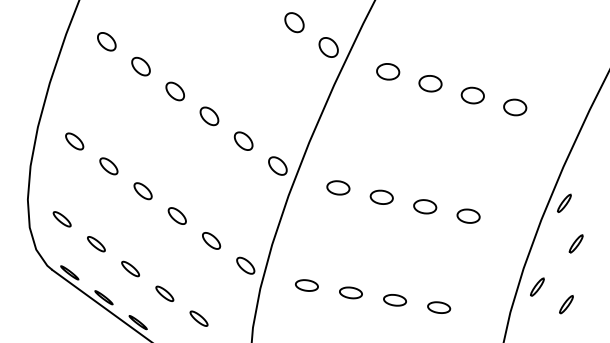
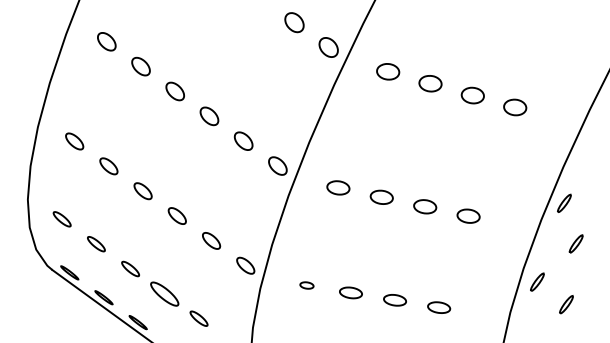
part at (306, 285) size: 24x13 px -> 16x9 px
part at (537, 286) position: (537, 286) -> (537, 281)
part at (164, 293) size: 20x17 px -> 30x26 px
